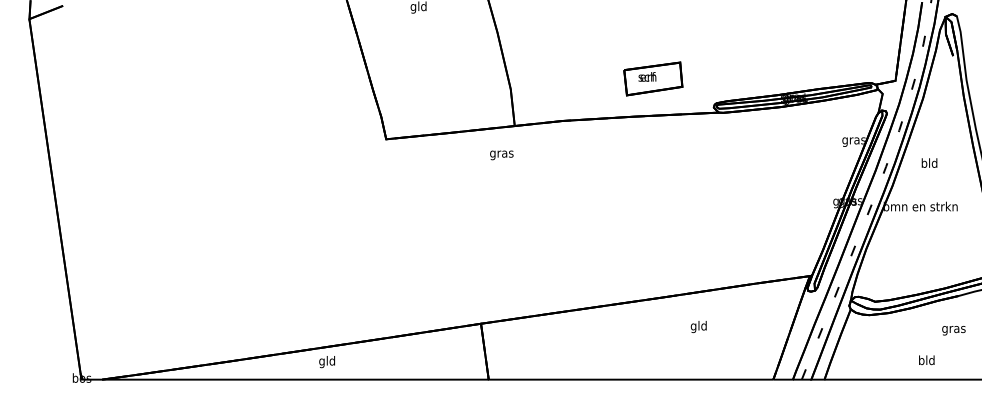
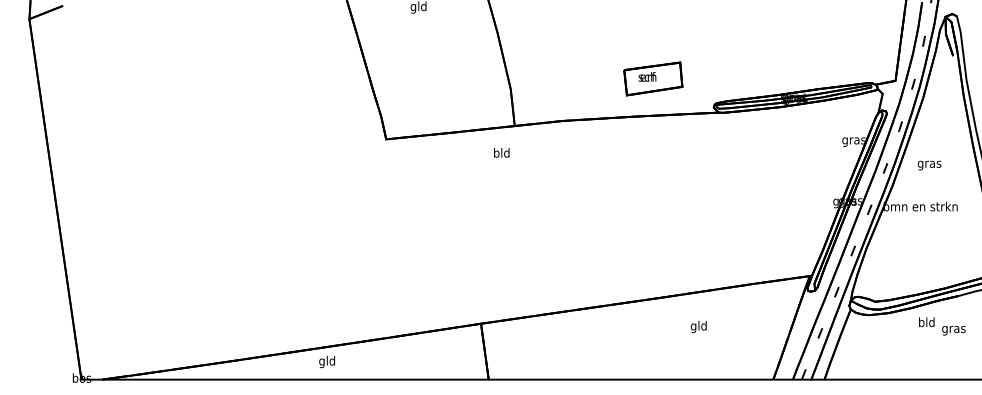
text at (501, 154): gras -> bld
text at (929, 164): bld -> gras
text at (926, 360) position: (926, 360) -> (926, 322)
